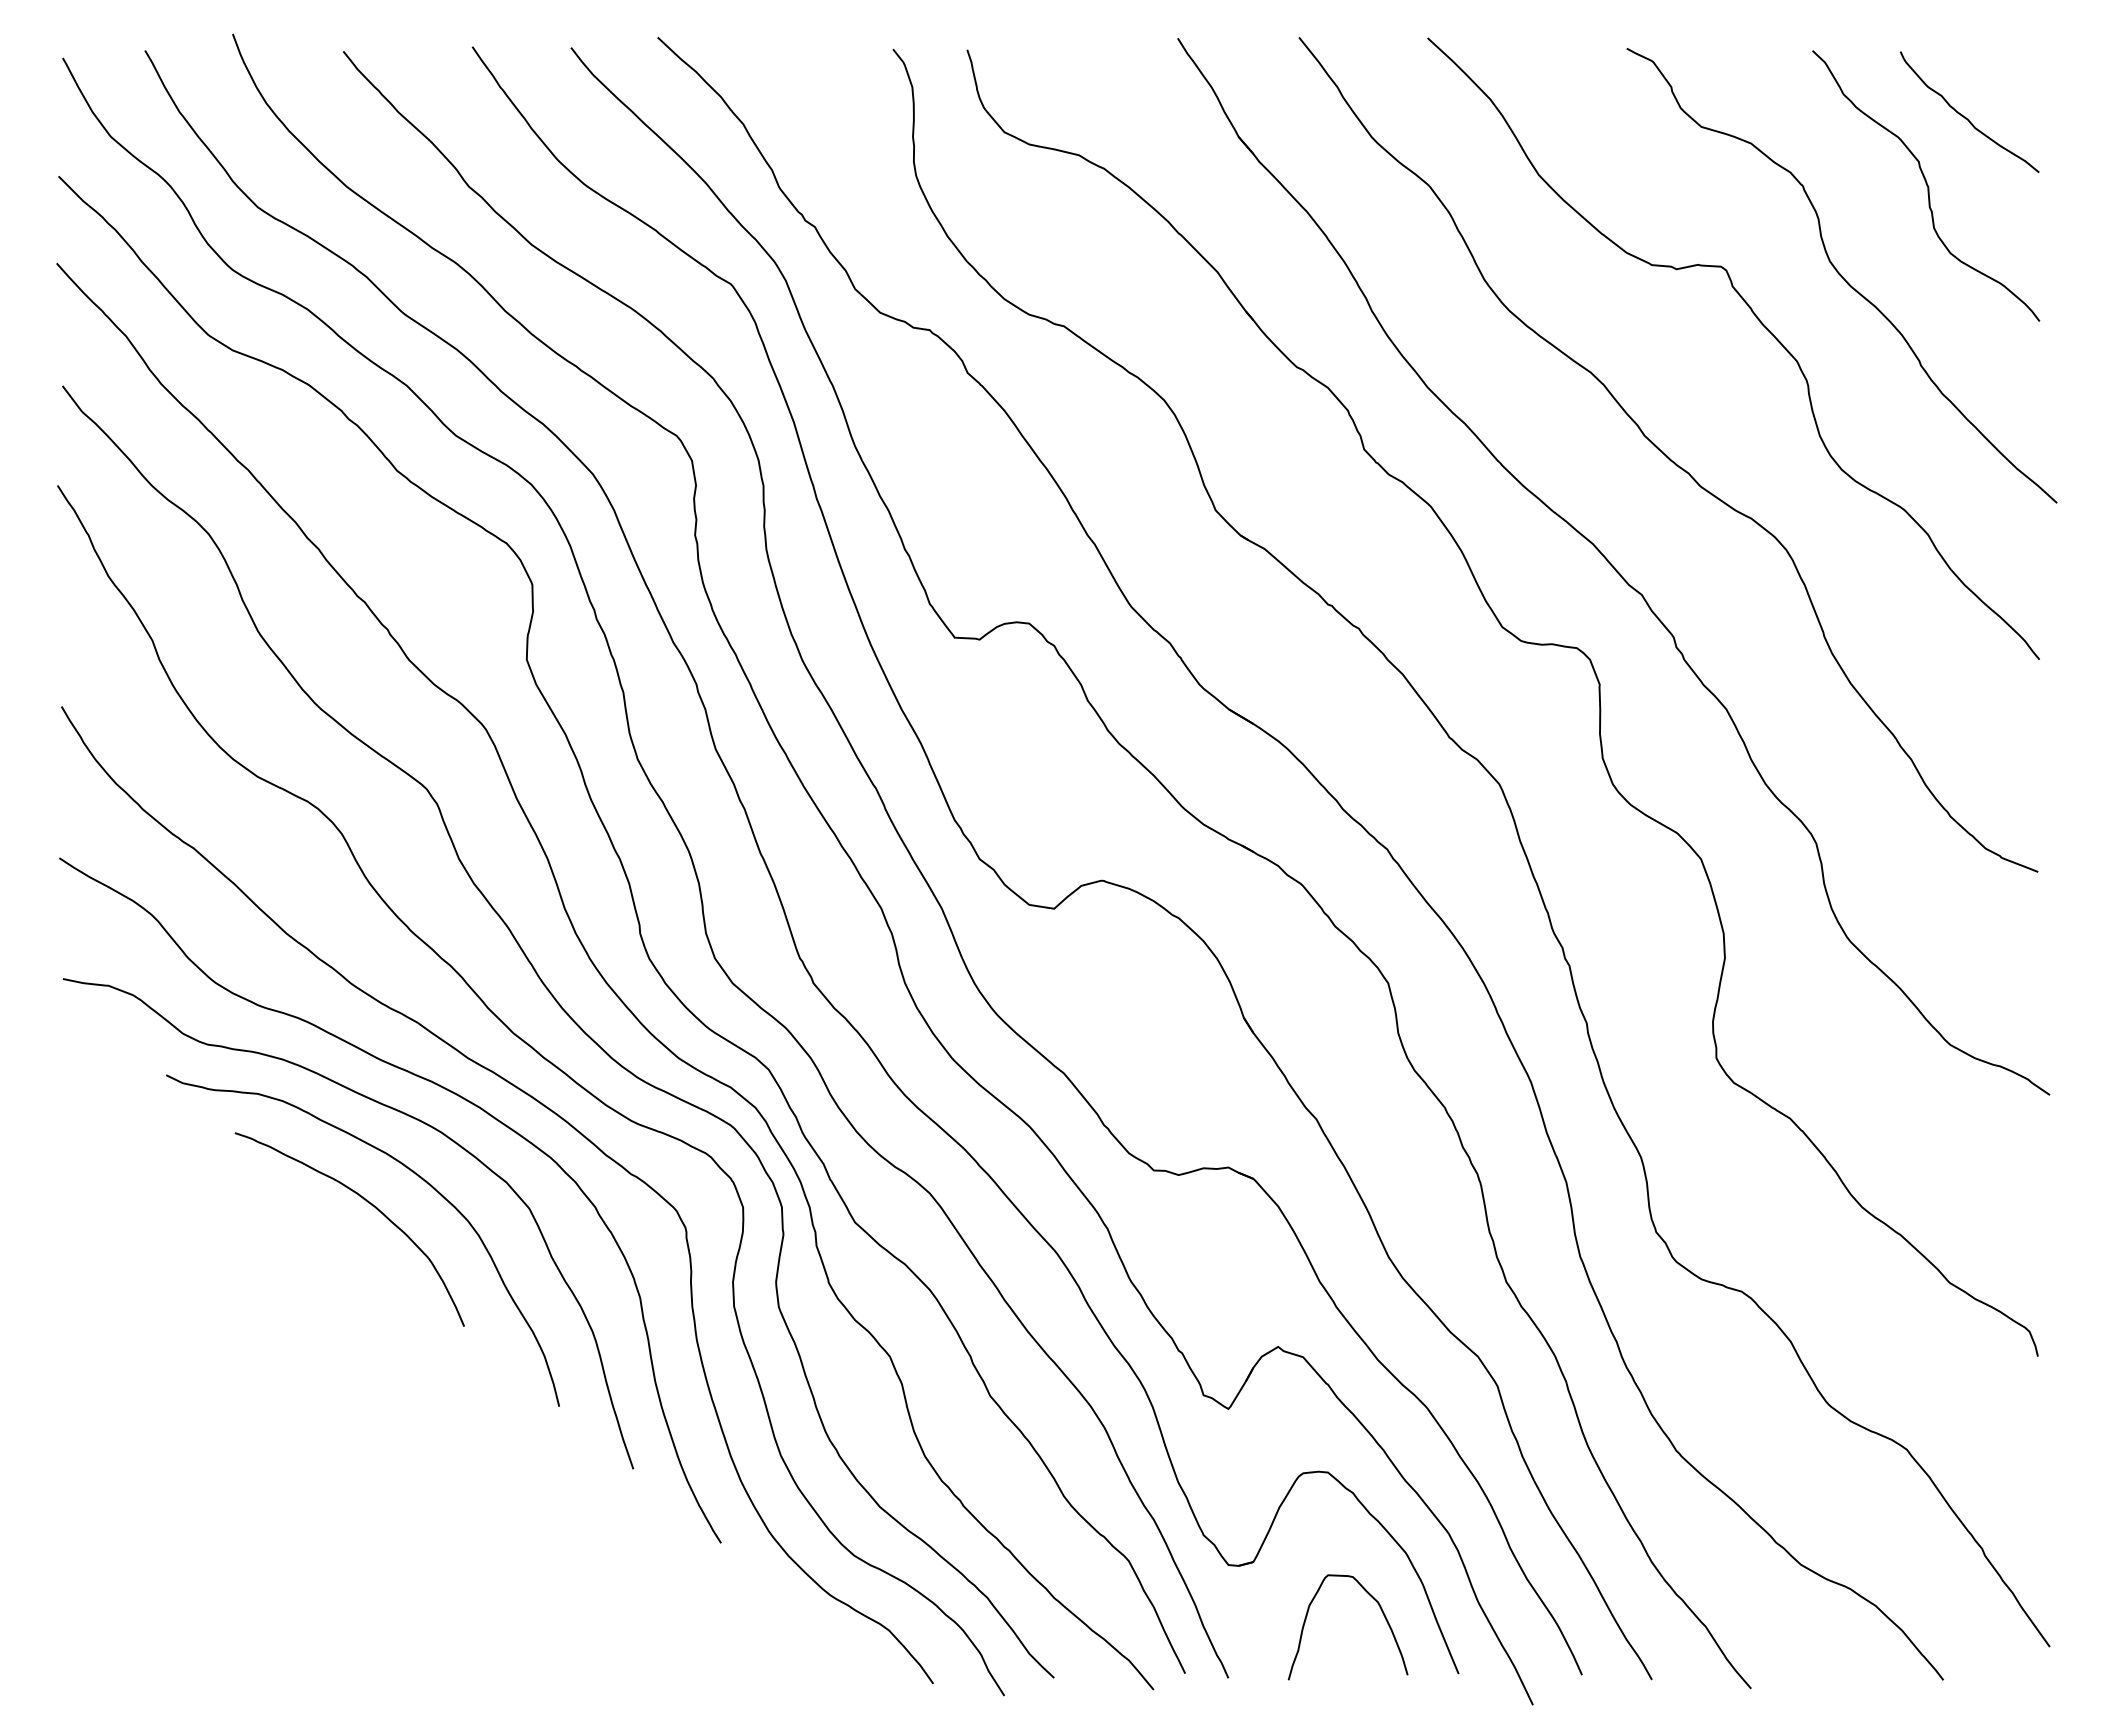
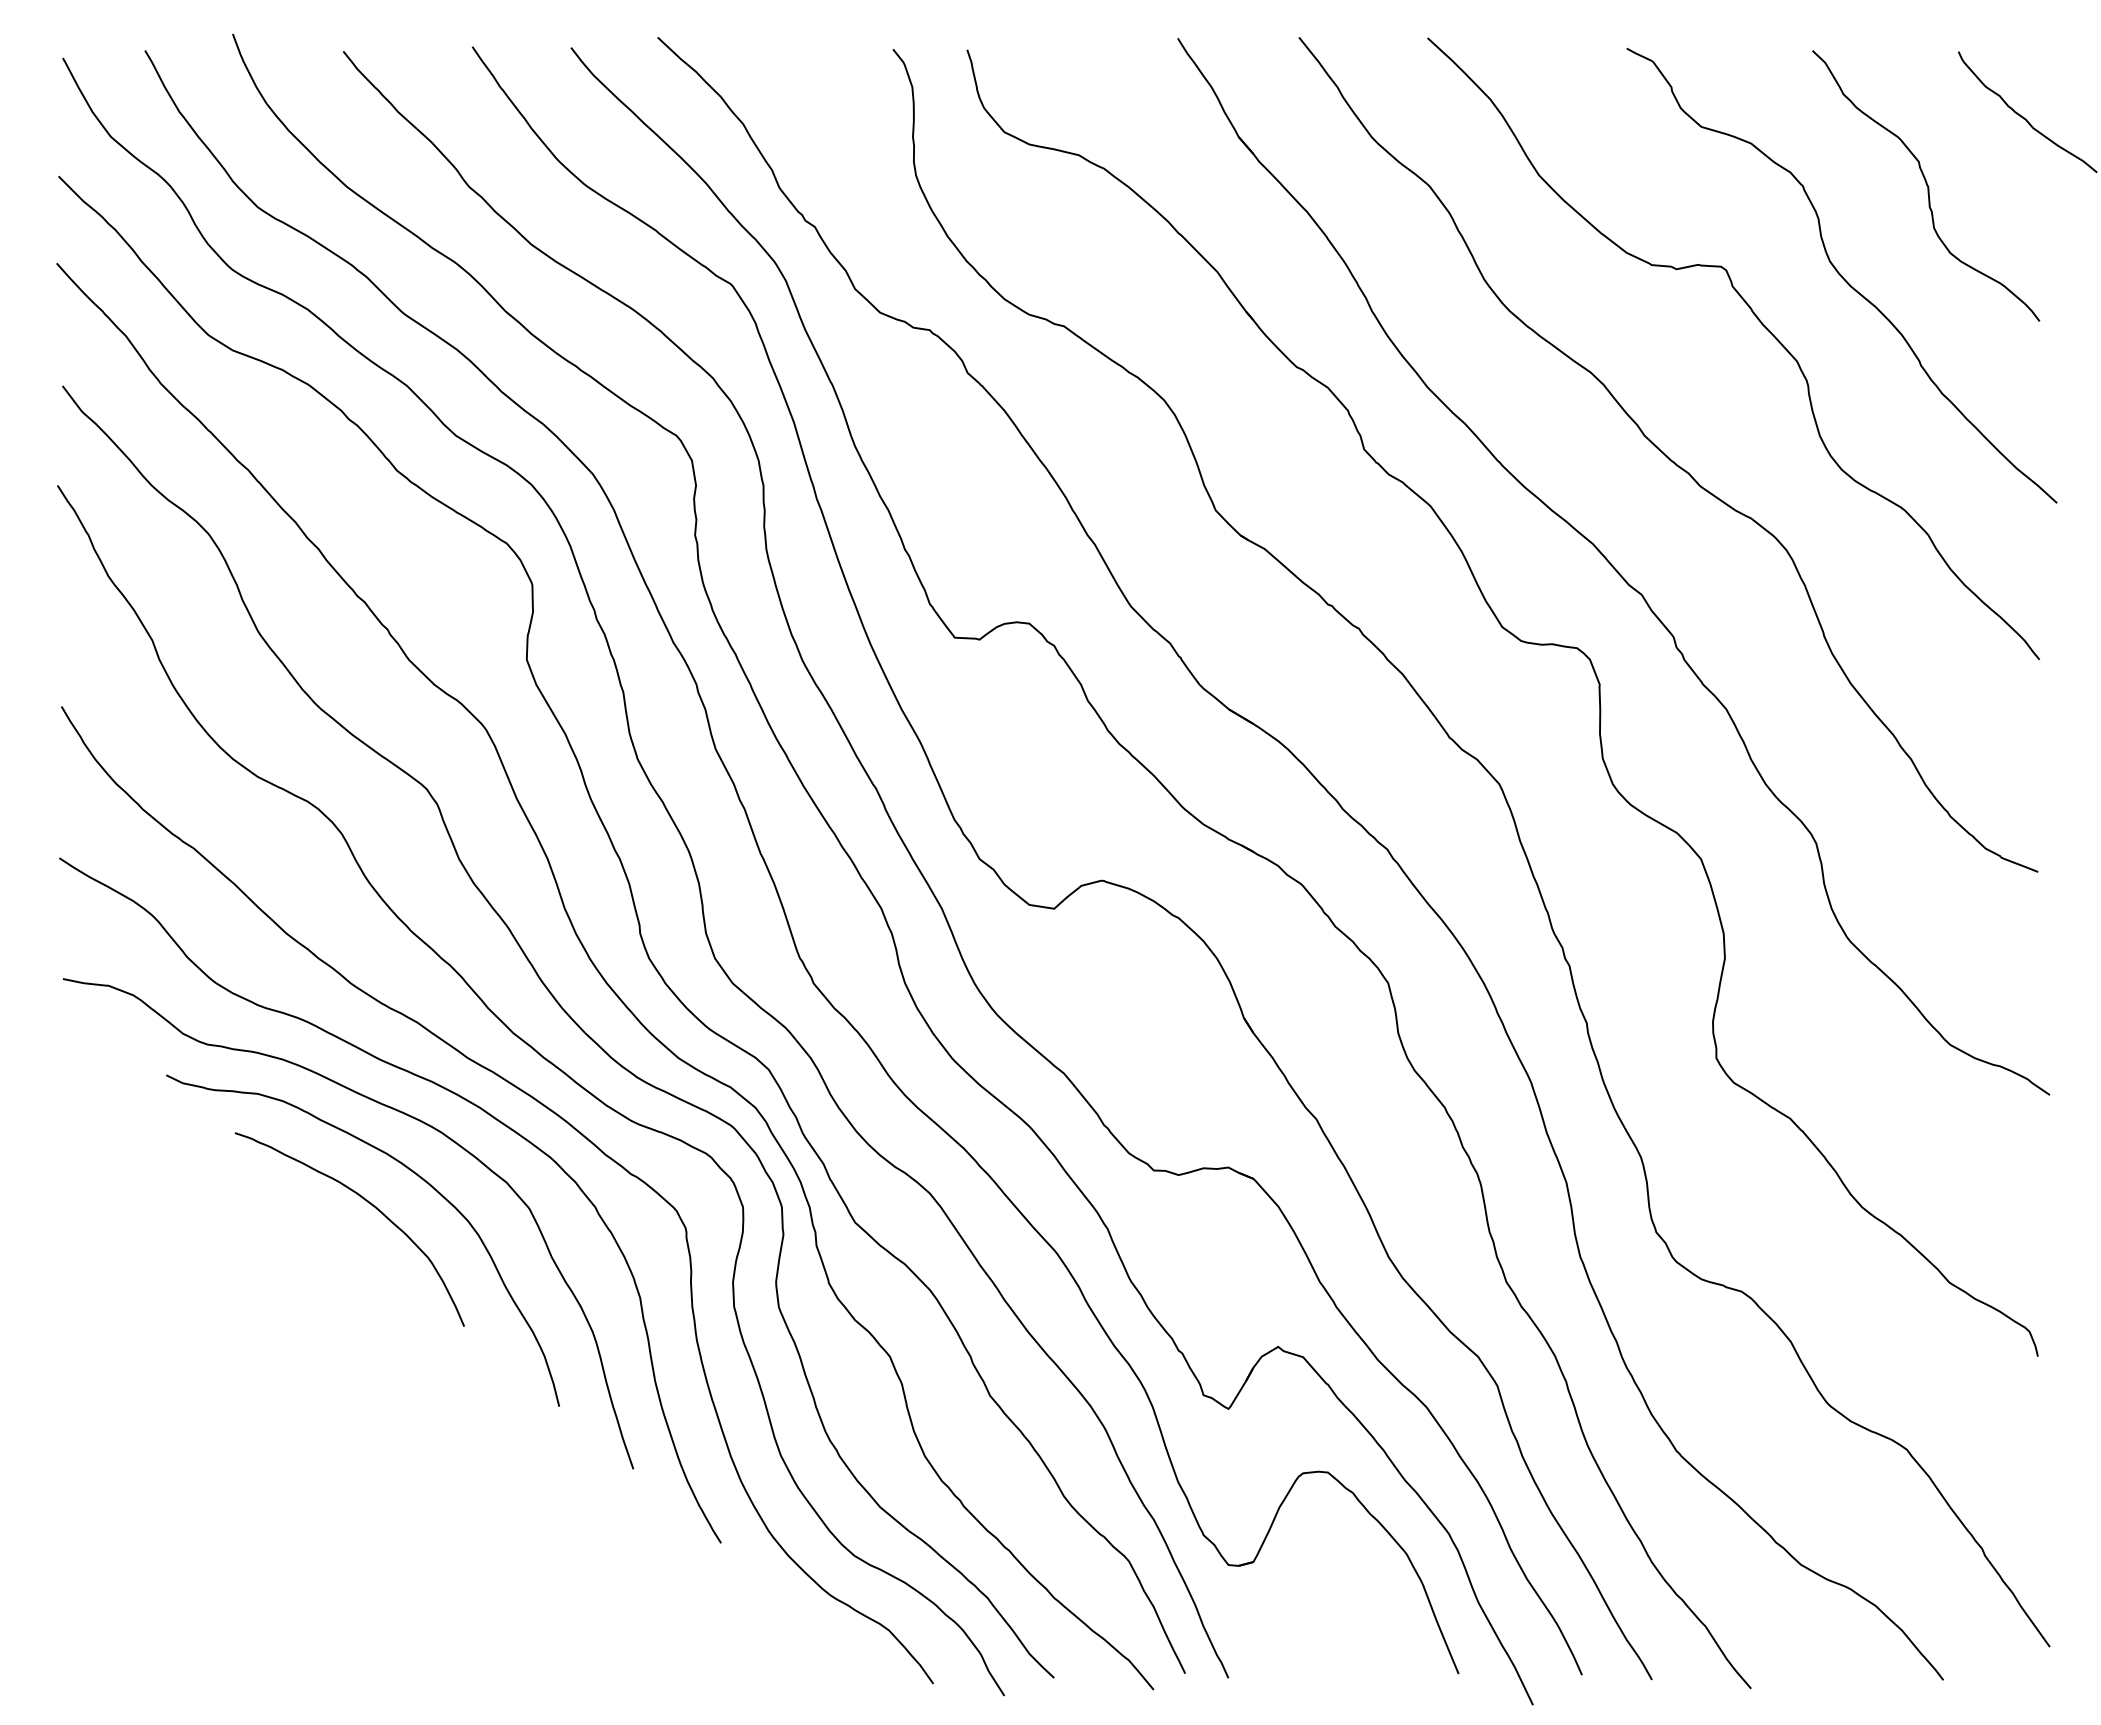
curve at (1965, 116) position: (1965, 116) -> (2023, 116)
curve at (1381, 1611): present -> none
